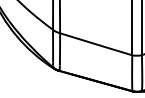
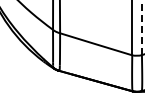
line at (141, 27): solid -> dashed
